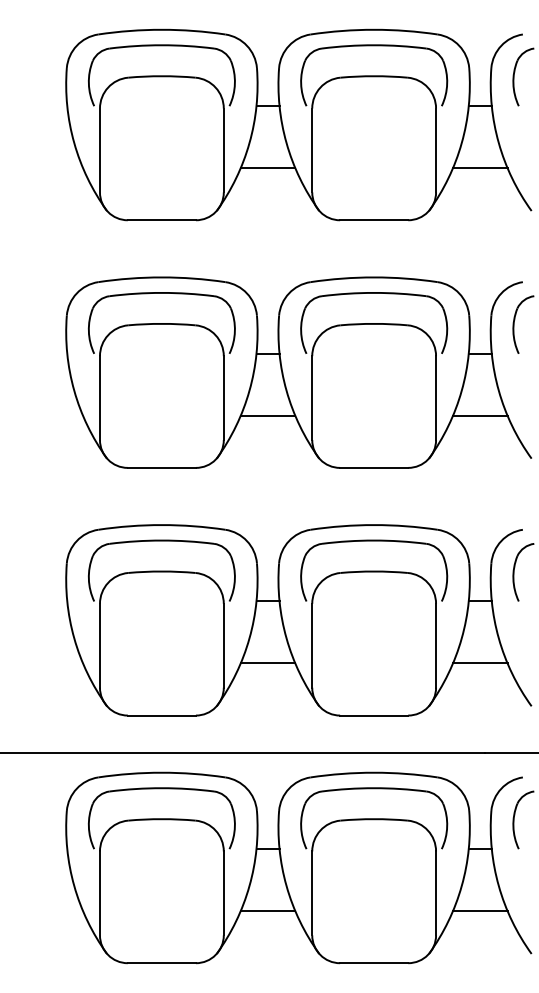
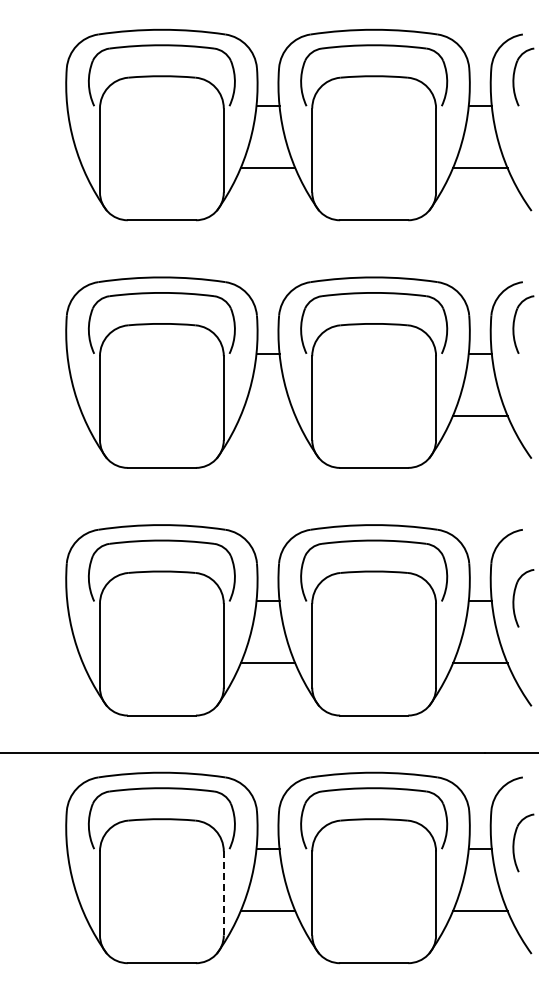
line at (267, 415): present -> none
part at (514, 572) position: (514, 572) -> (514, 598)
part at (515, 815) position: (515, 815) -> (515, 838)
line at (223, 893): solid -> dashed
